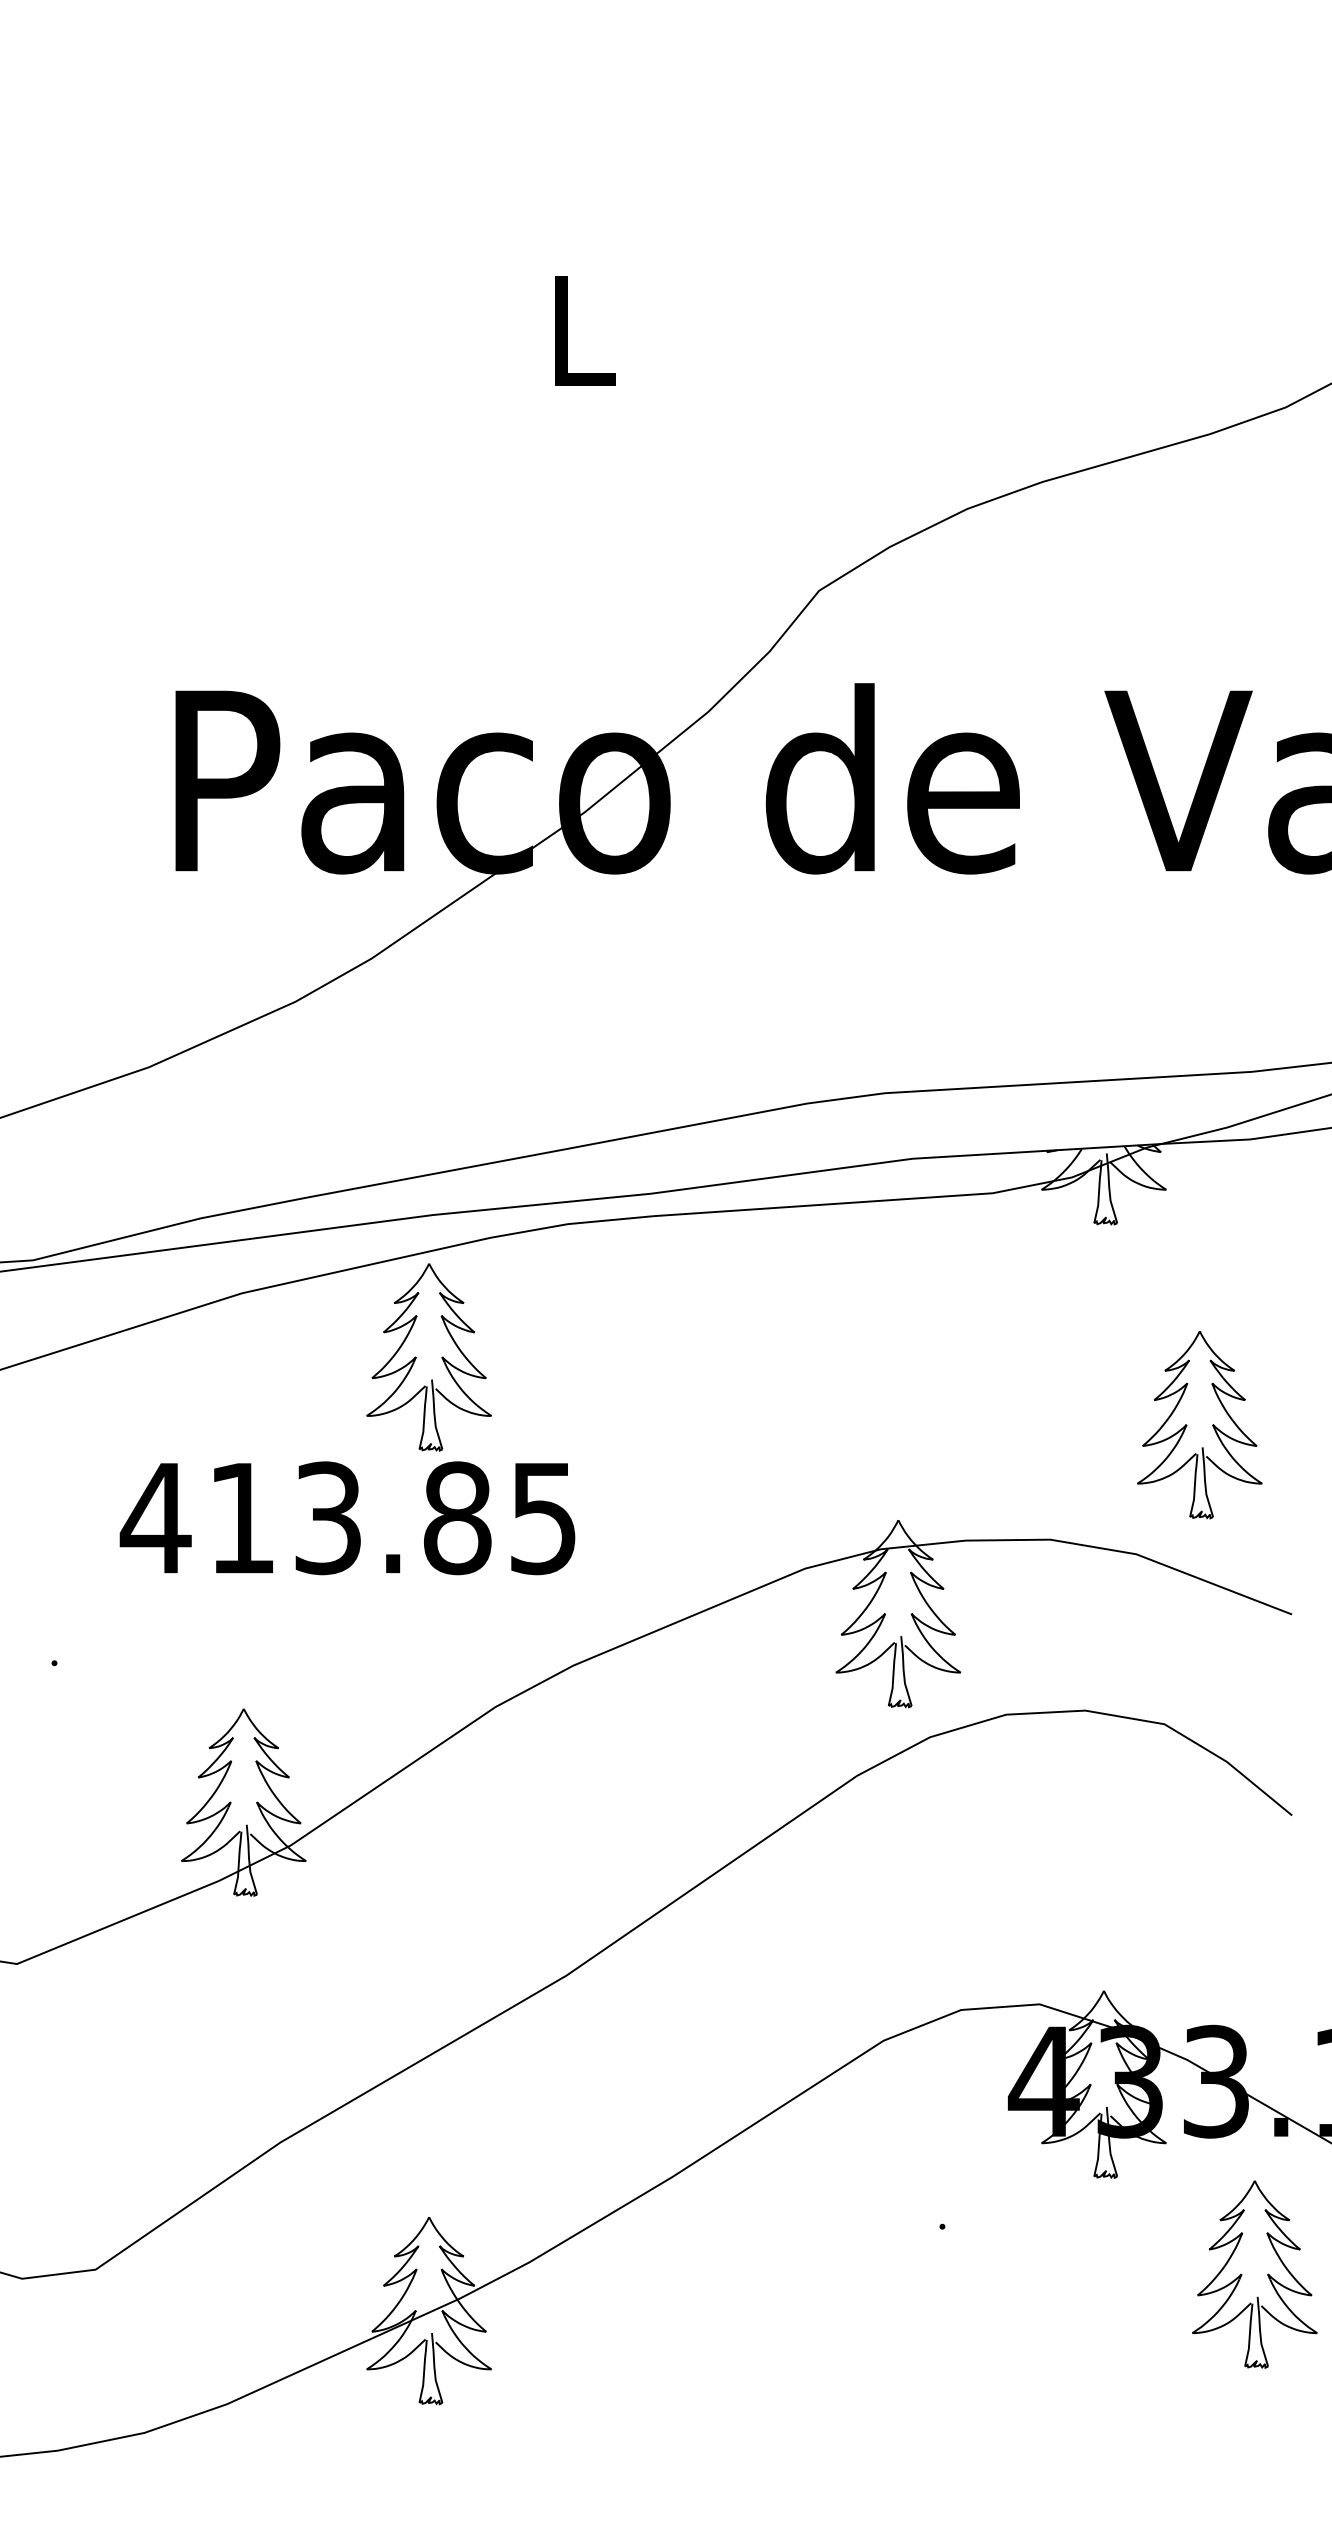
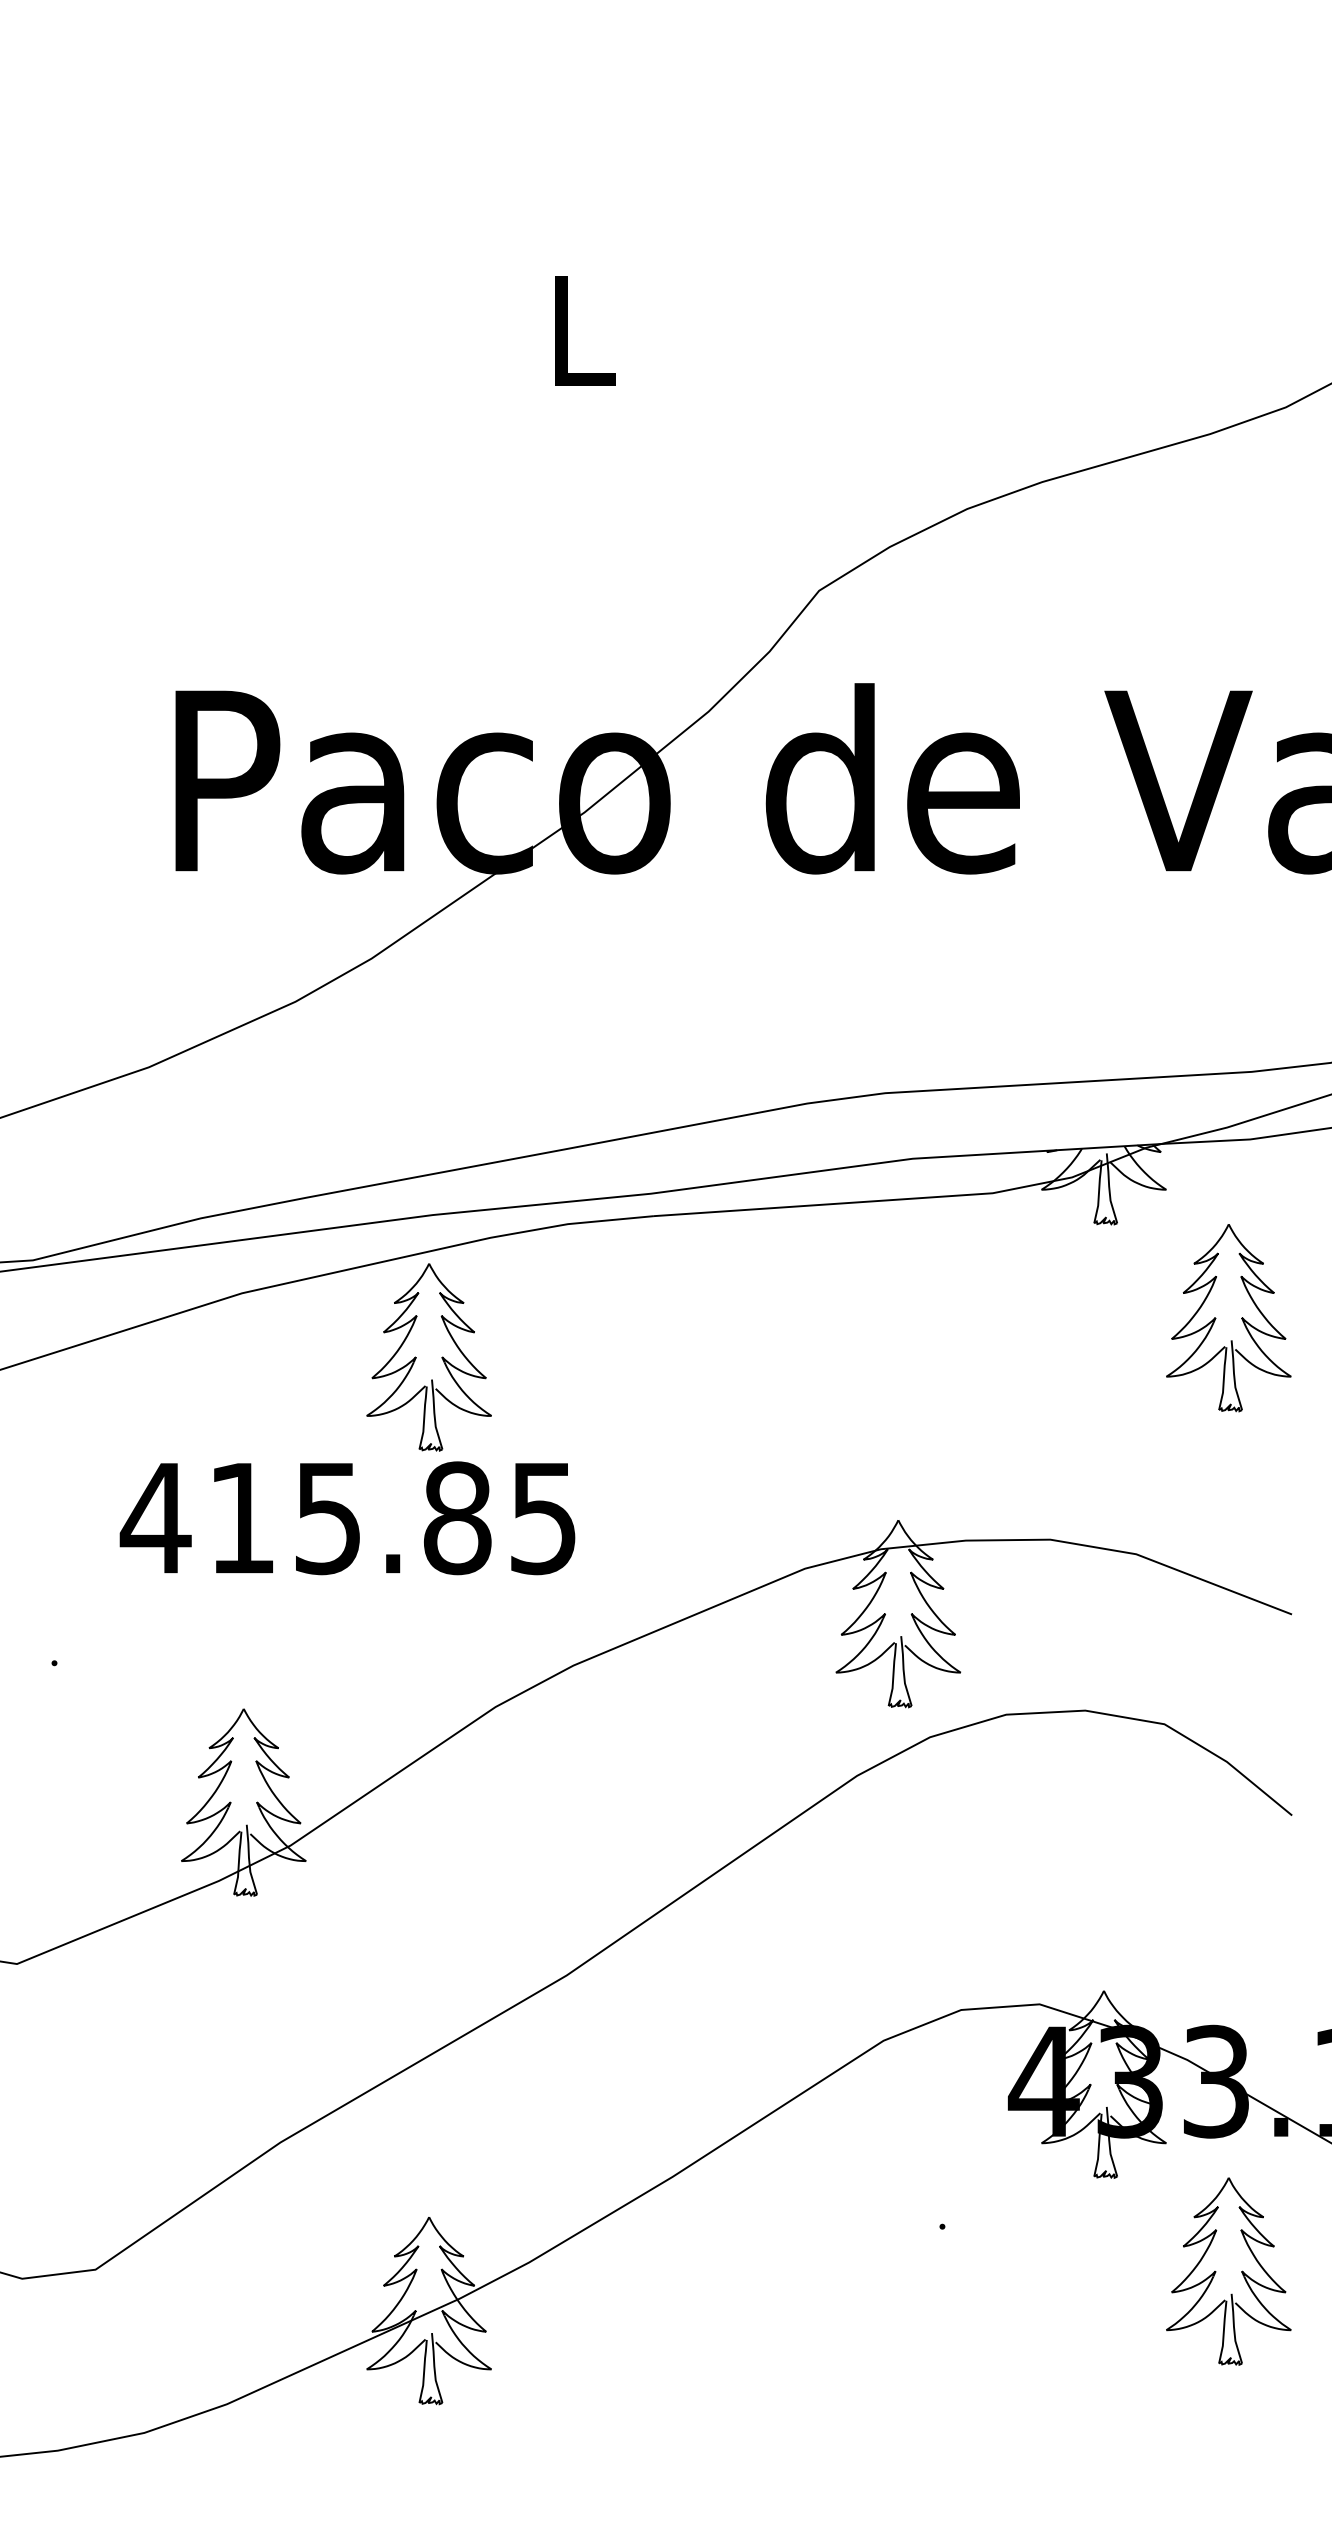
part at (1187, 1425) position: (1187, 1425) -> (1216, 1318)
text at (327, 1517): 413.85 -> 415.85
part at (1242, 2274) position: (1242, 2274) -> (1216, 2271)
